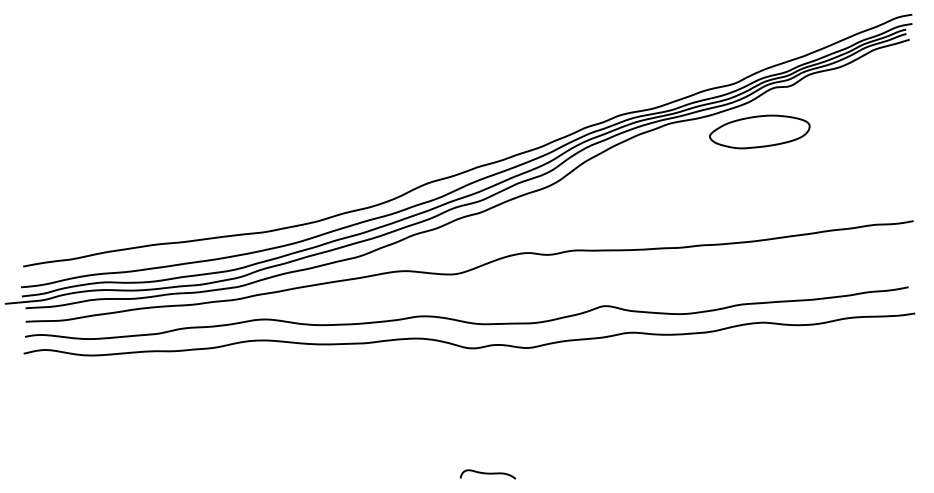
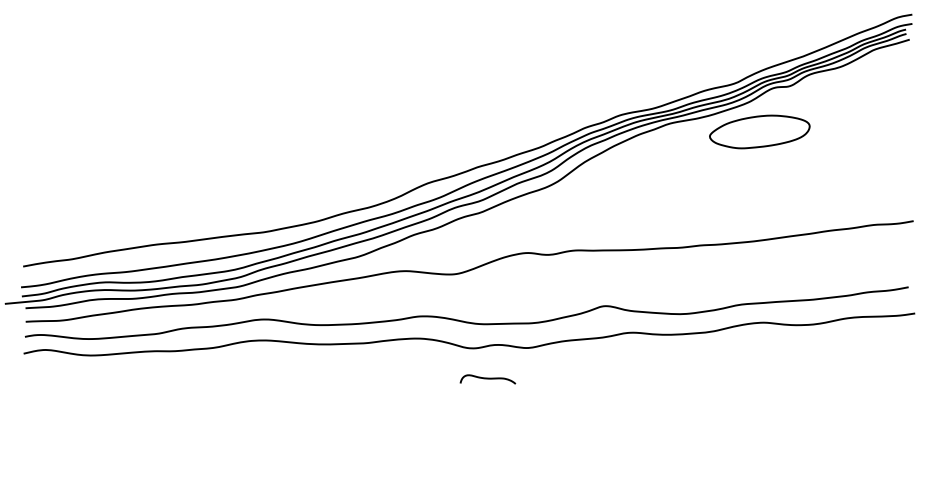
curve at (487, 474) position: (487, 474) -> (487, 379)
